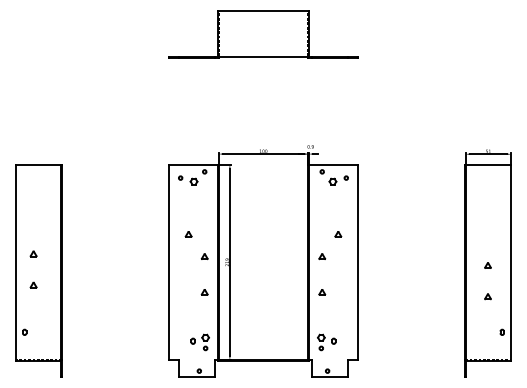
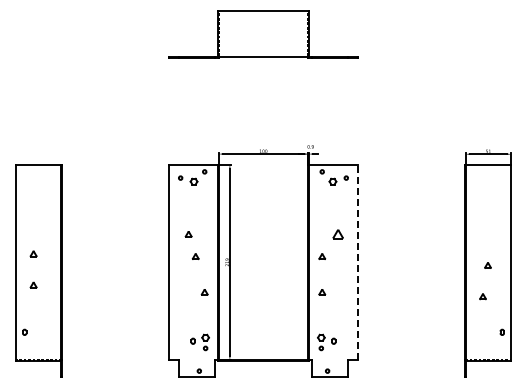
part at (338, 234) size: 9x7 px -> 12x11 px
part at (204, 256) position: (204, 256) -> (195, 256)
line at (357, 262): solid -> dashed
part at (487, 296) position: (487, 296) -> (482, 296)
